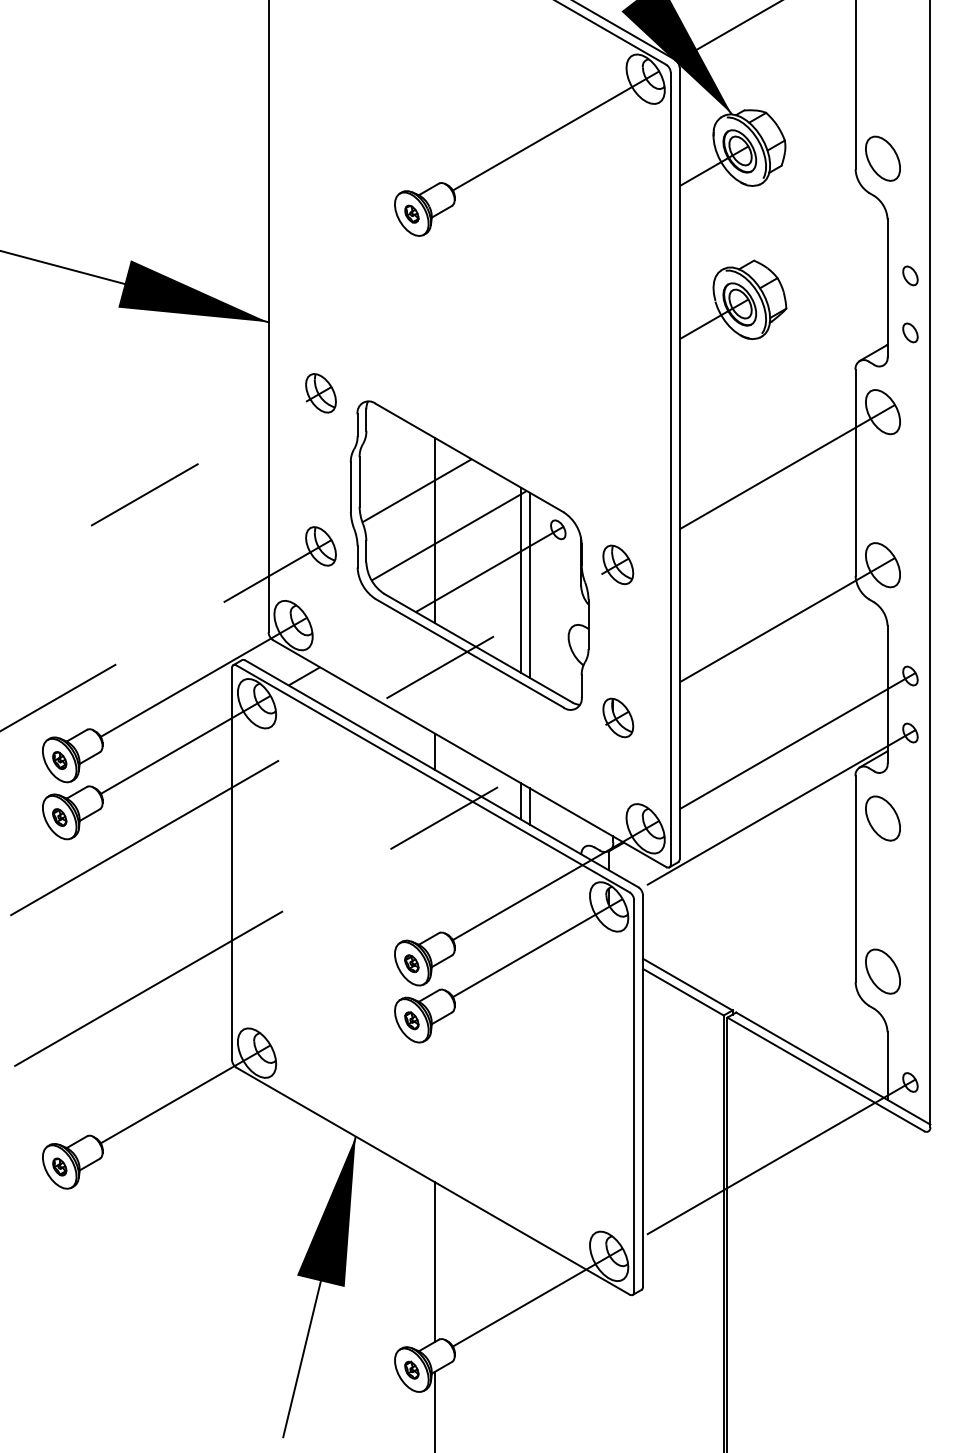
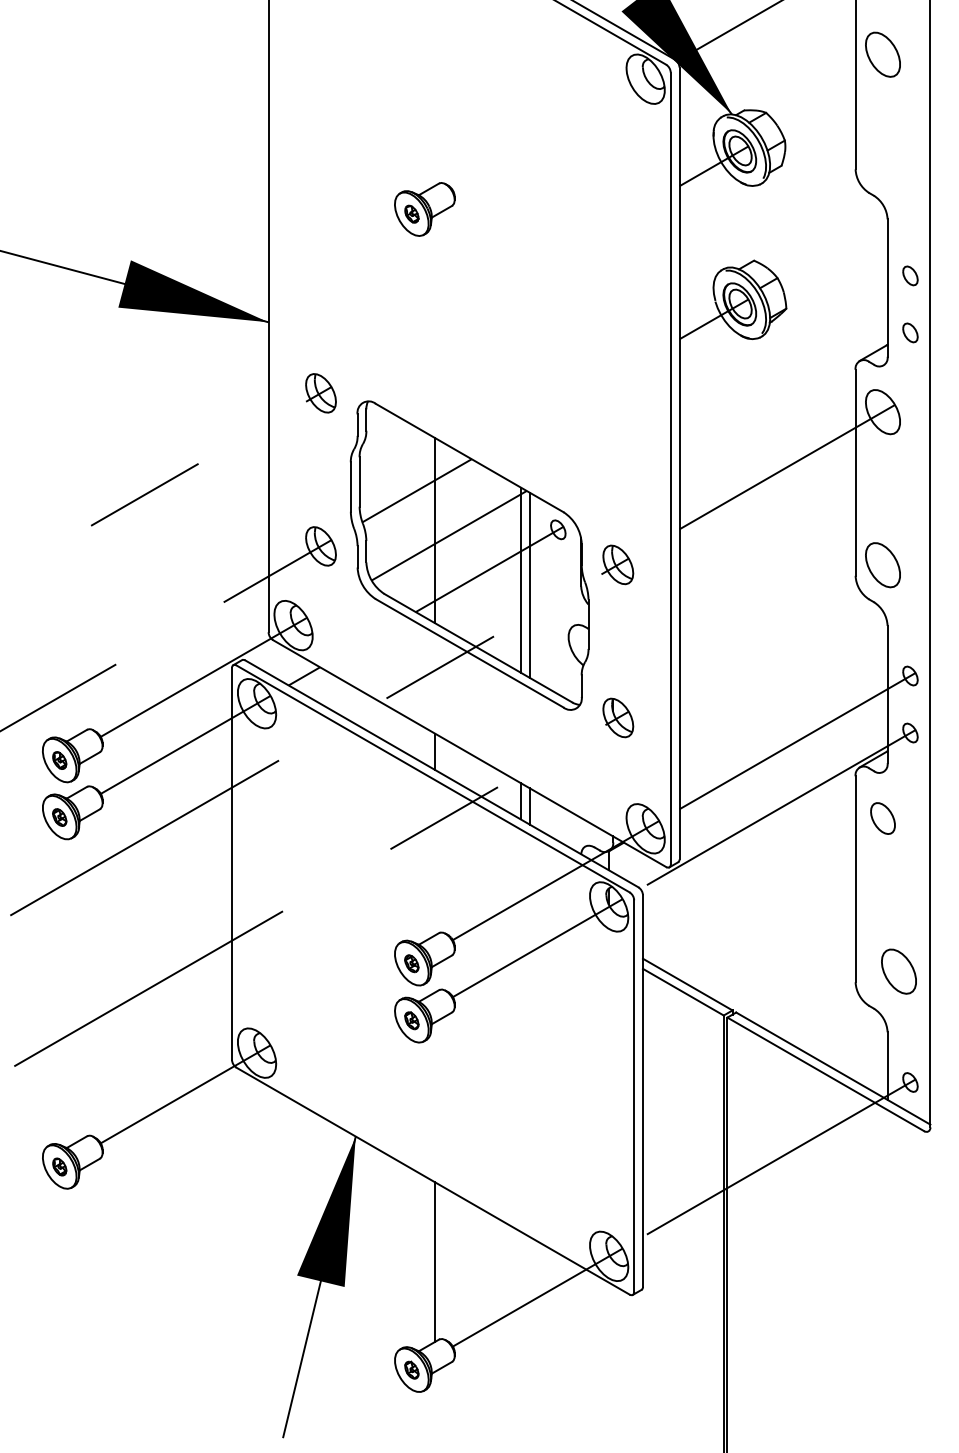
line at (555, 130): present -> none
part at (882, 158) position: (882, 158) -> (882, 54)
line at (787, 620): present -> none
part at (882, 818) size: 36x47 px -> 26x33 px
part at (882, 971) position: (882, 971) -> (898, 971)
line at (434, 1410): present -> none
